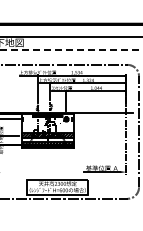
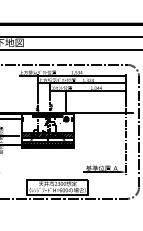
line at (71, 49): dashed -> solid
